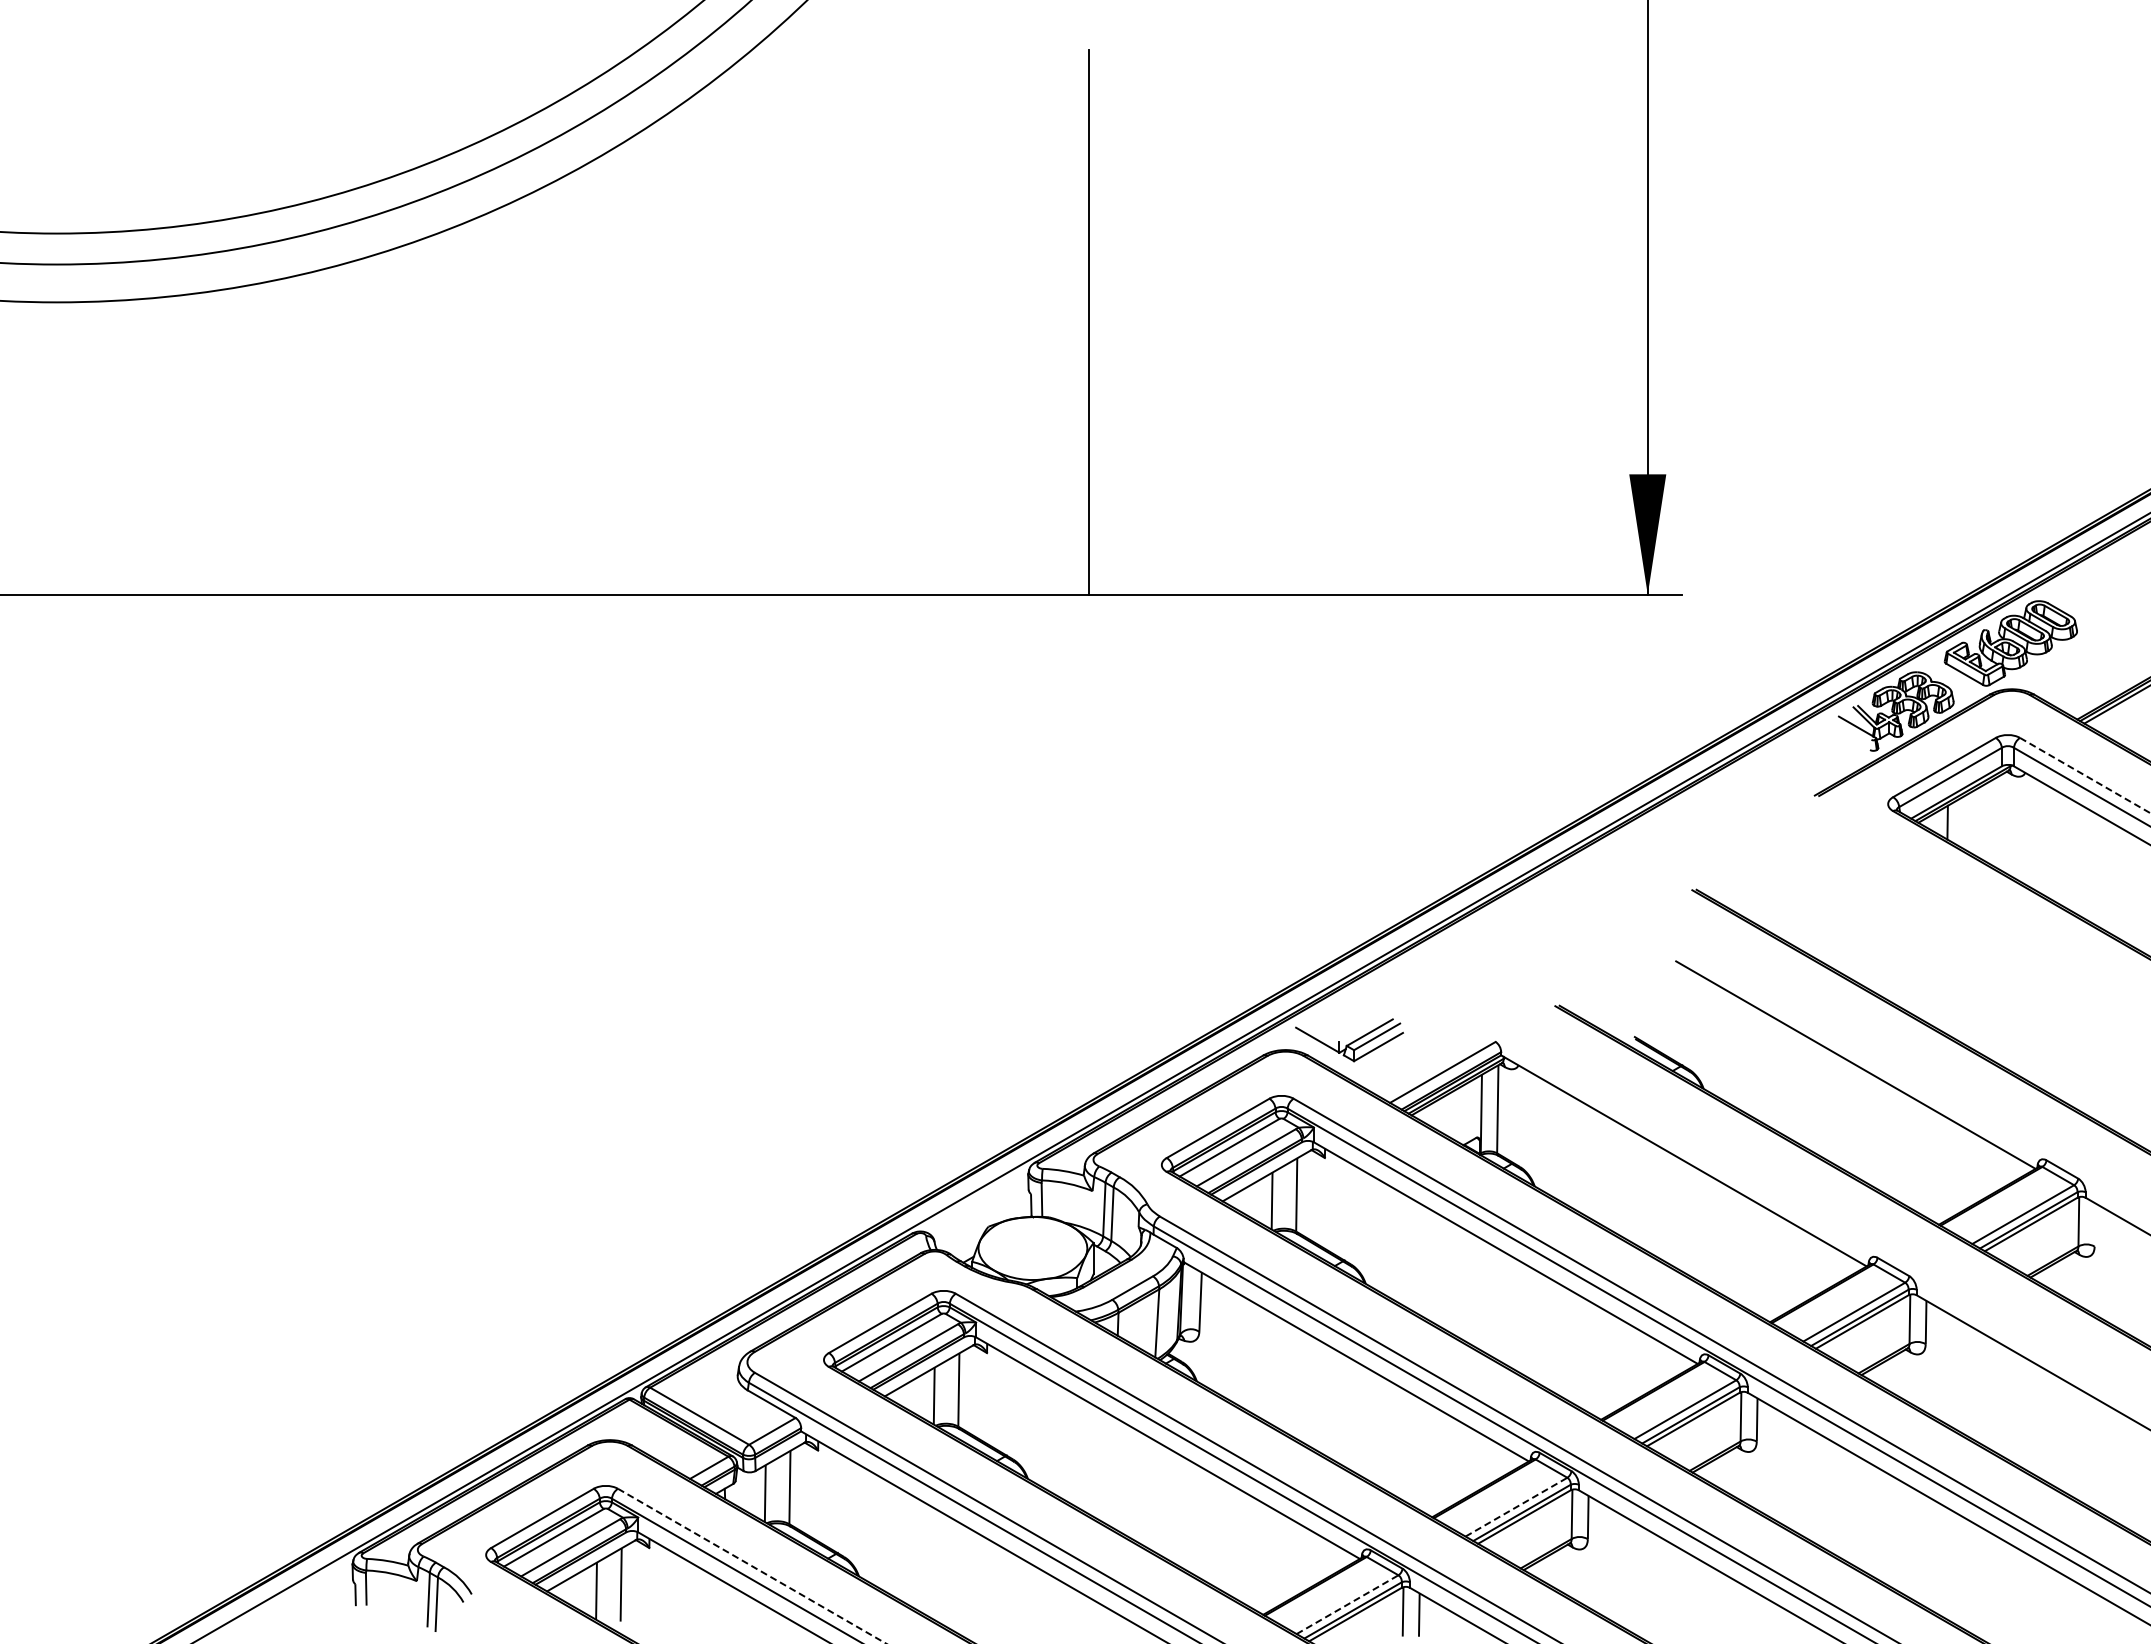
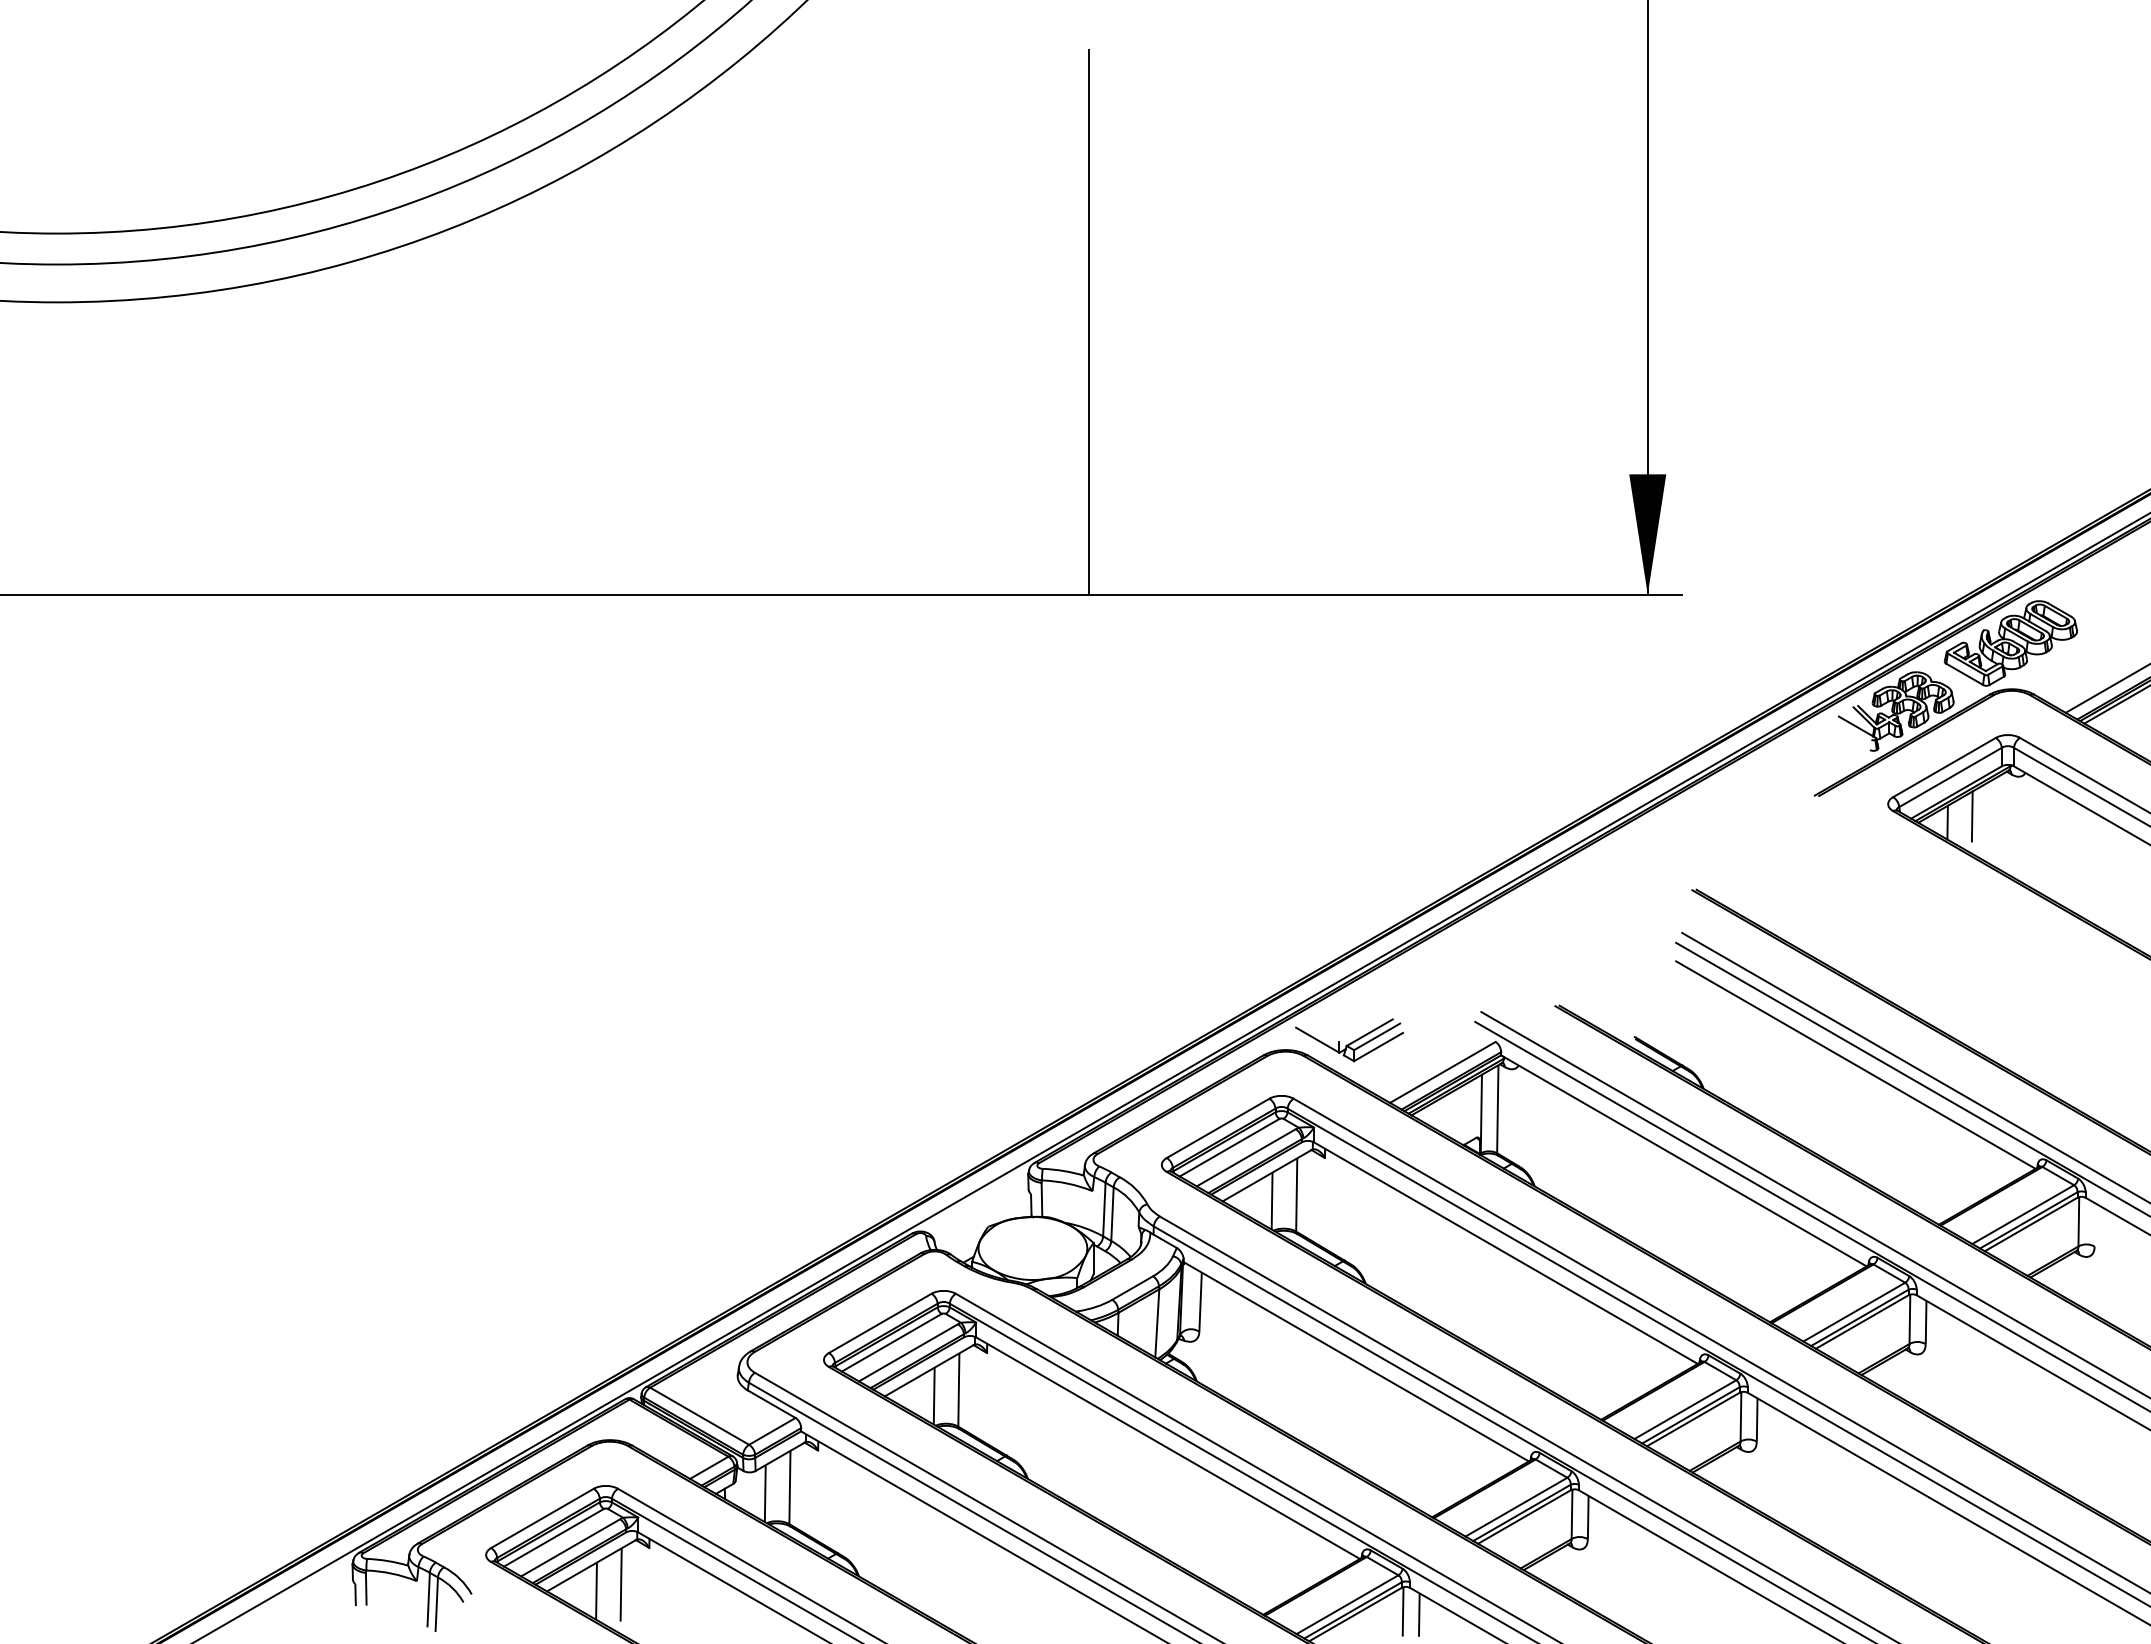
line at (2106, 688): none -> present
line at (2085, 775): dashed -> solid
line at (1971, 816): none -> present
line at (1914, 1066): none -> present
line at (1911, 1078): none -> present
line at (1814, 1204): none -> present
line at (1811, 1215): none -> present
line at (1516, 1507): dashed -> solid
line at (752, 1566): dashed -> solid
line at (1347, 1604): dashed -> solid
